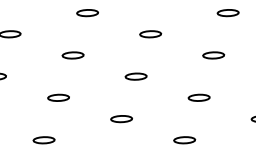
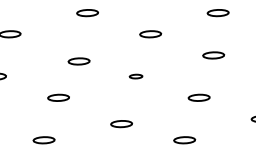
part at (227, 13) position: (227, 13) -> (217, 13)
part at (72, 55) position: (72, 55) -> (78, 61)
part at (135, 76) size: 24x9 px -> 16x7 px
part at (121, 119) position: (121, 119) -> (121, 124)
